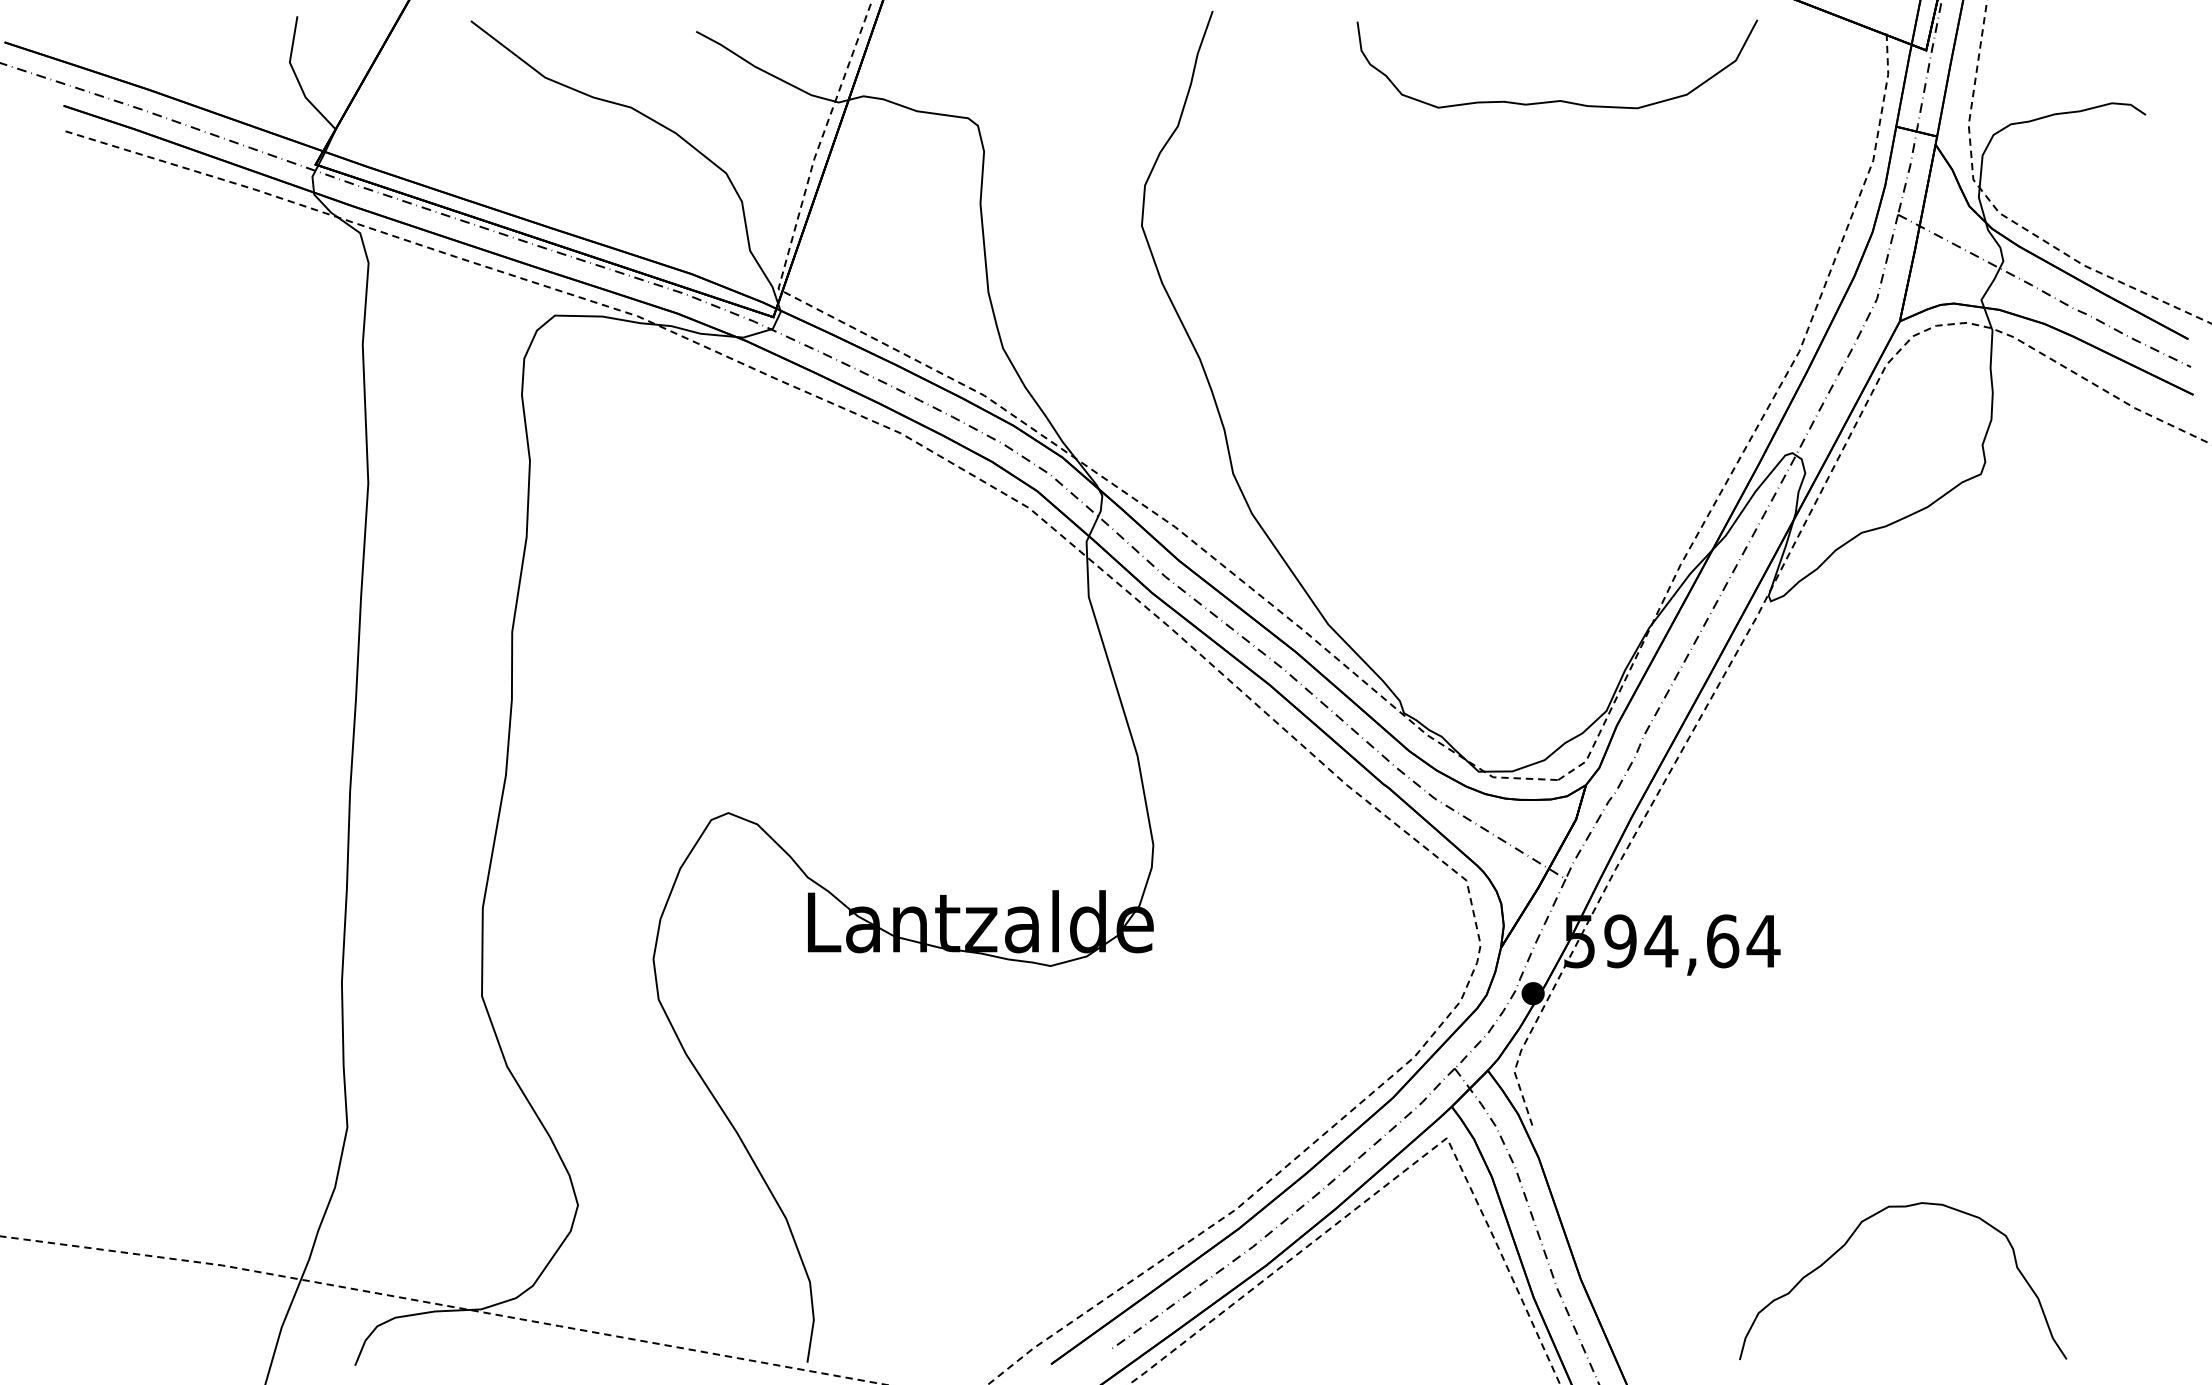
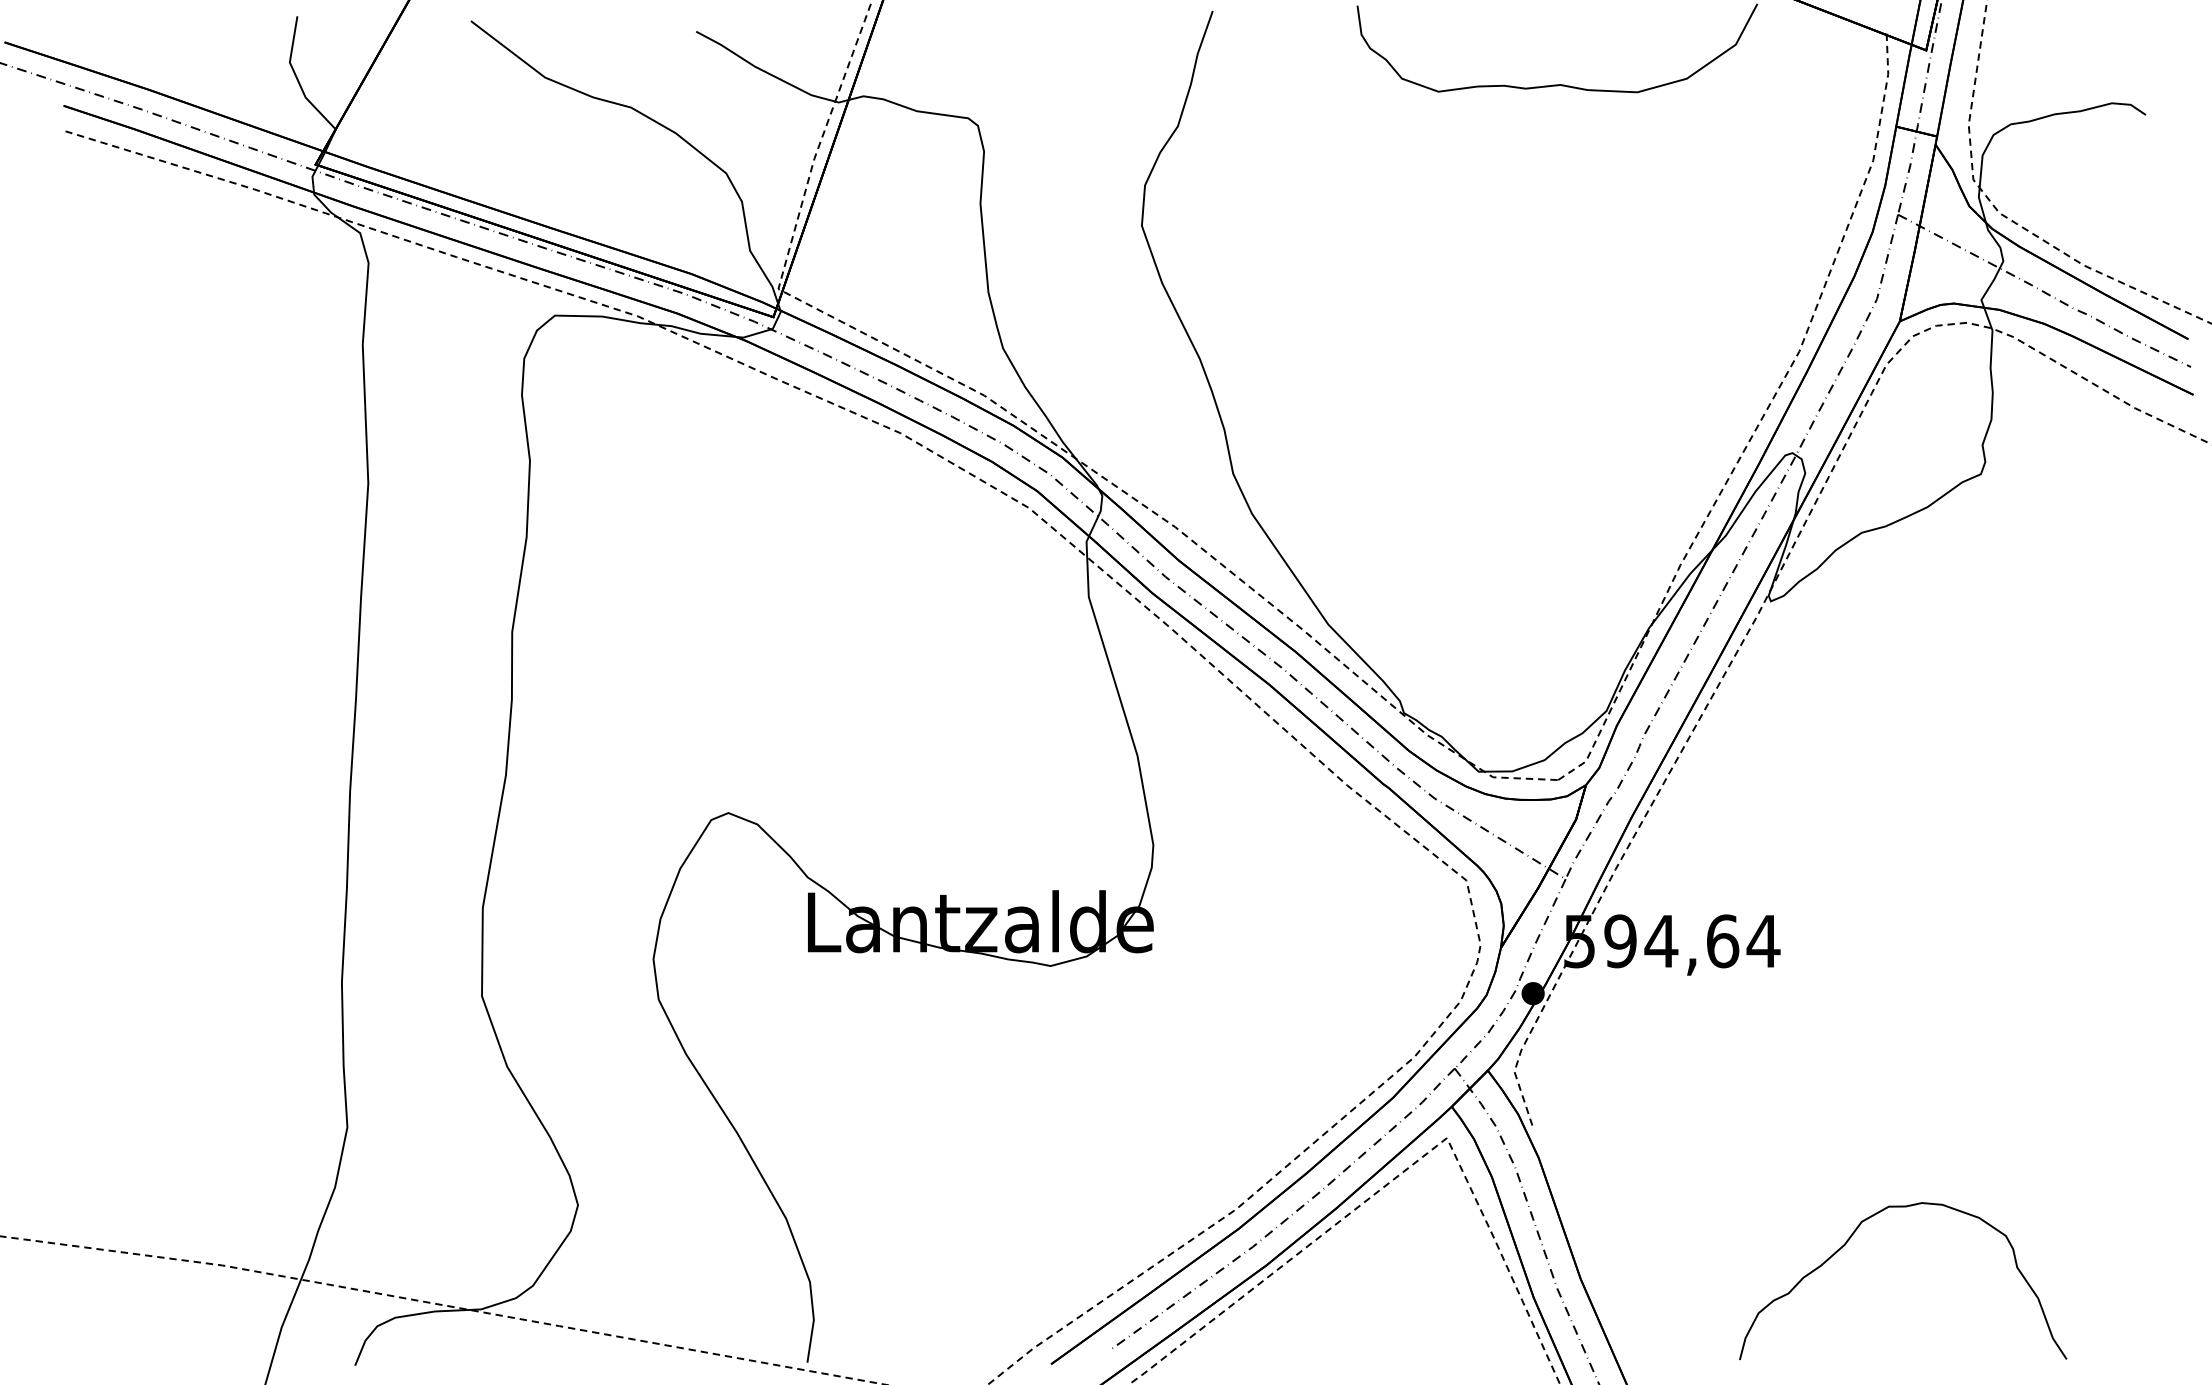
curve at (1557, 100) position: (1557, 100) -> (1557, 84)
